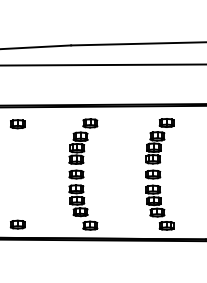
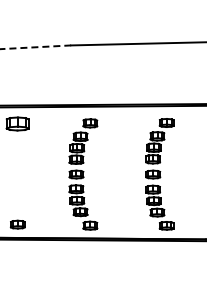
line at (36, 47): solid -> dashed
line at (102, 64): present -> none
part at (17, 124) size: 16x11 px -> 25x16 px
